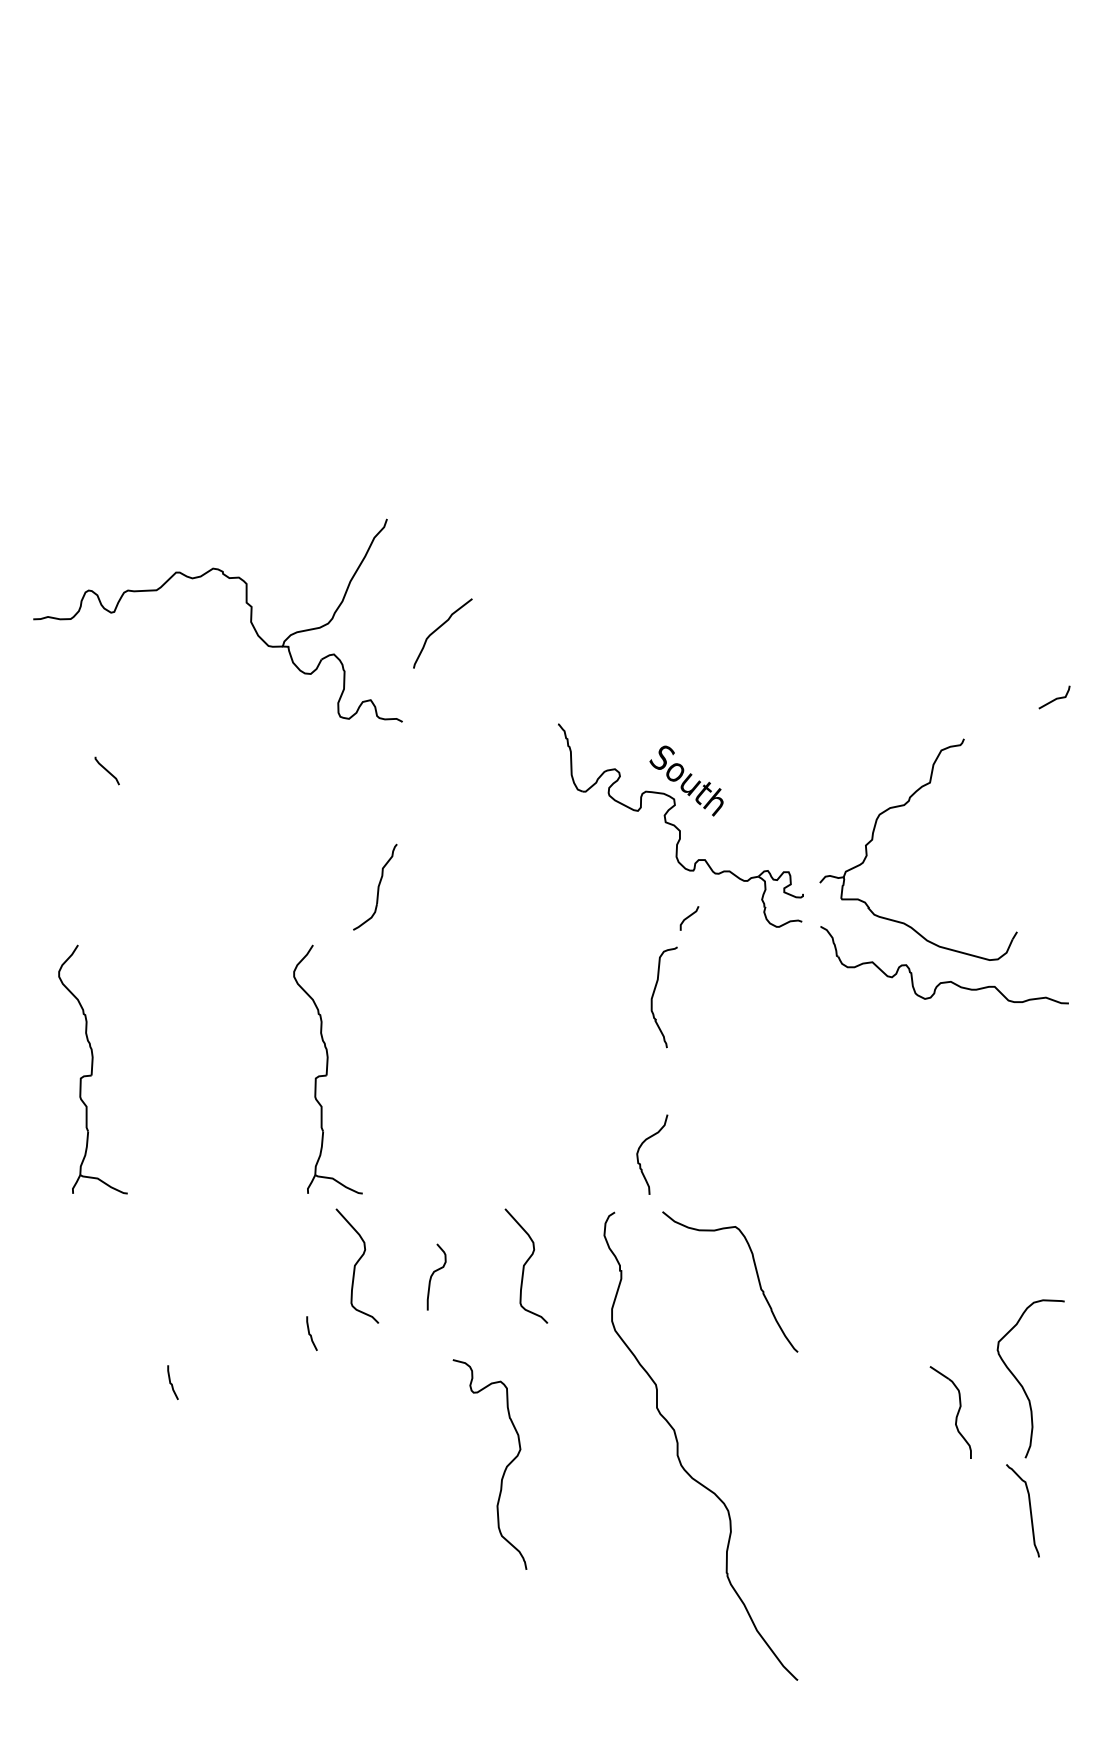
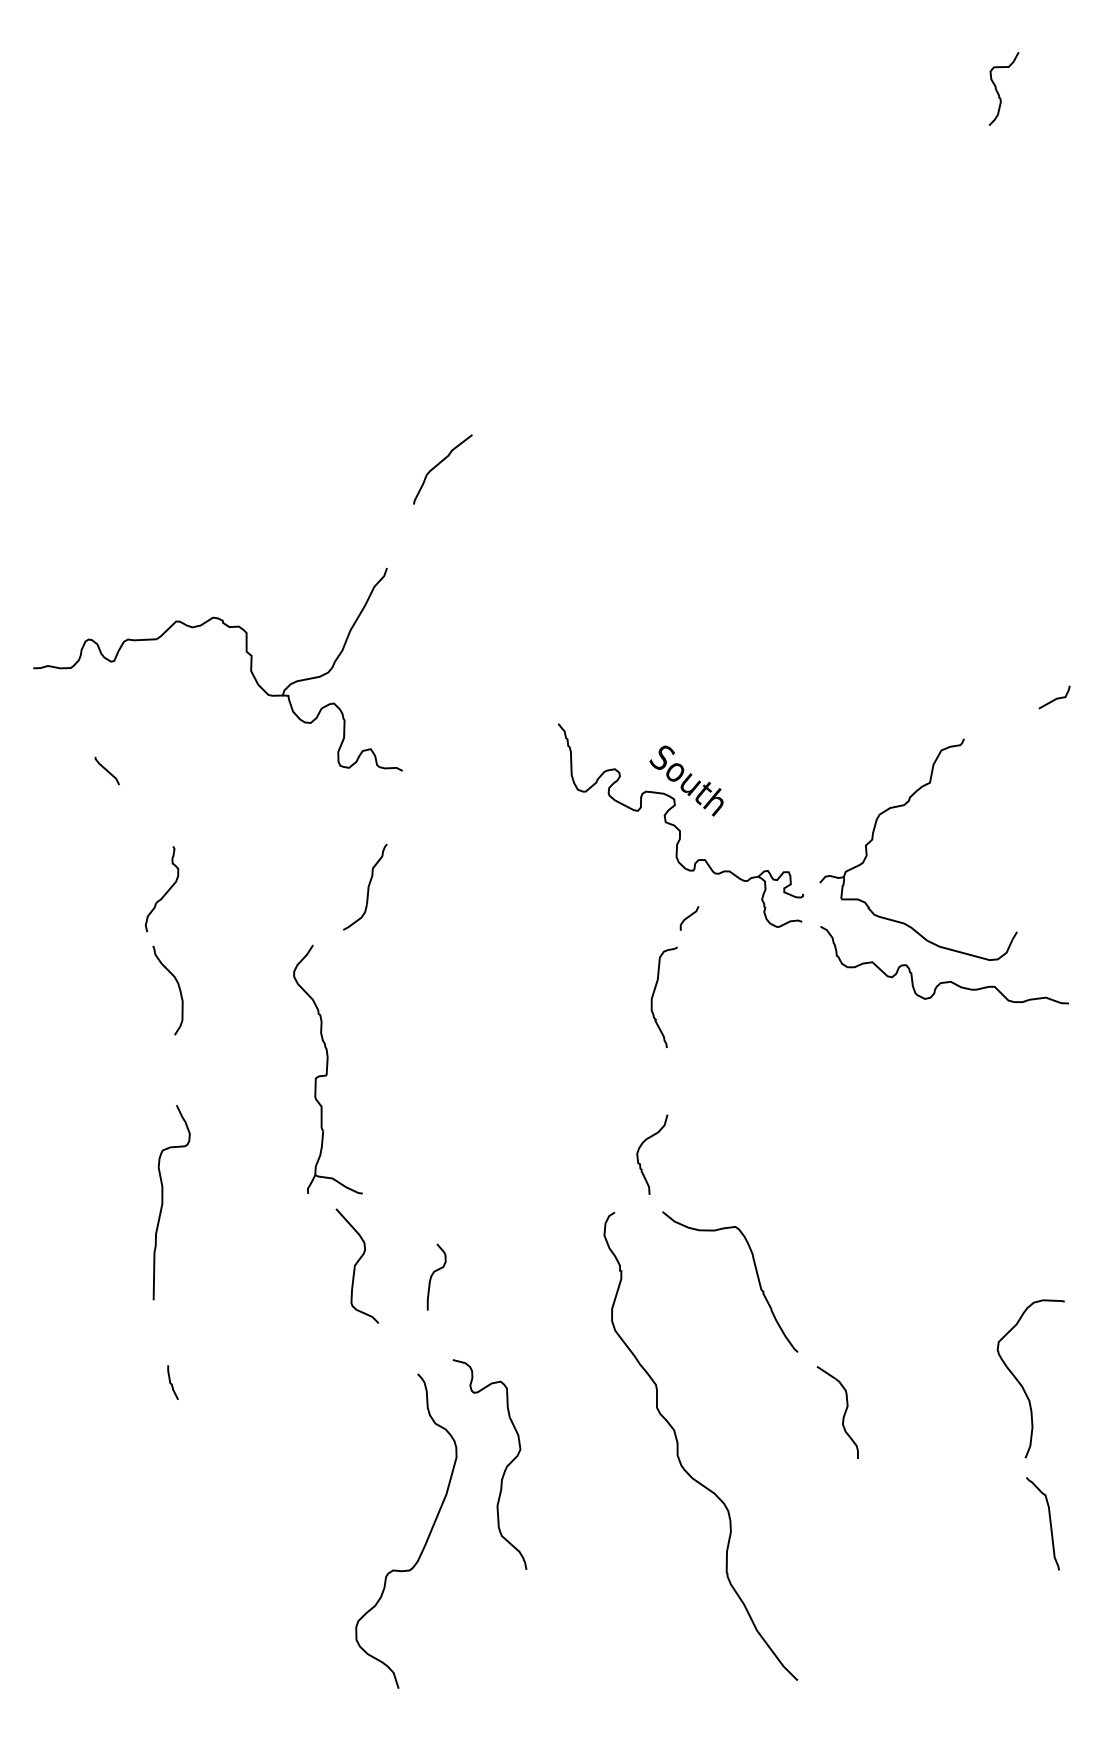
curve at (998, 91): none -> present
part at (250, 620) position: (250, 620) -> (250, 669)
curve at (438, 629) position: (438, 629) -> (438, 465)
part at (375, 886) position: (375, 886) -> (365, 886)
part at (161, 889): none -> present
curve at (177, 985): none -> present
part at (92, 1069): present -> none
curve at (163, 1202): none -> present
curve at (525, 1265): present -> none
curve at (310, 1333): present -> none
part at (956, 1414) position: (956, 1414) -> (843, 1414)
curve at (1029, 1510) position: (1029, 1510) -> (1049, 1523)
curve at (427, 1536): none -> present
